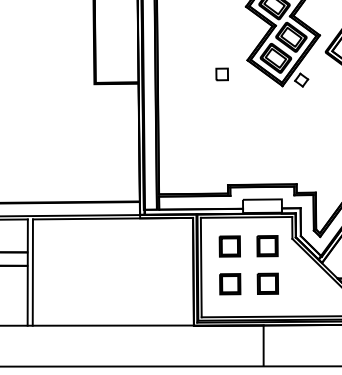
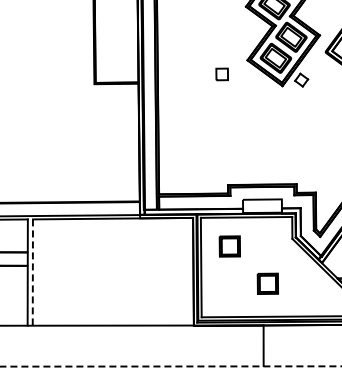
part at (267, 246): present -> none
line at (32, 273): solid -> dashed
part at (230, 284): present -> none
line at (171, 366): solid -> dashed
